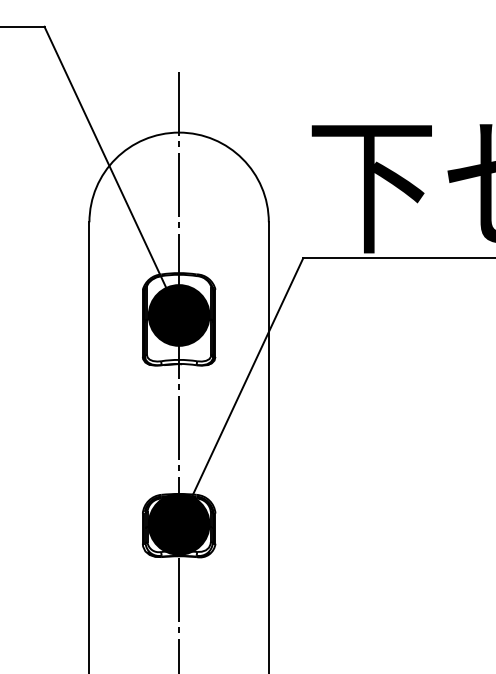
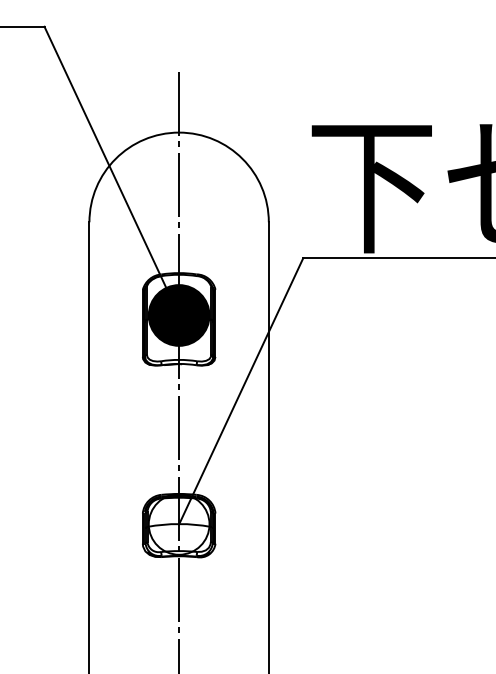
fill at (178, 524): present -> none
